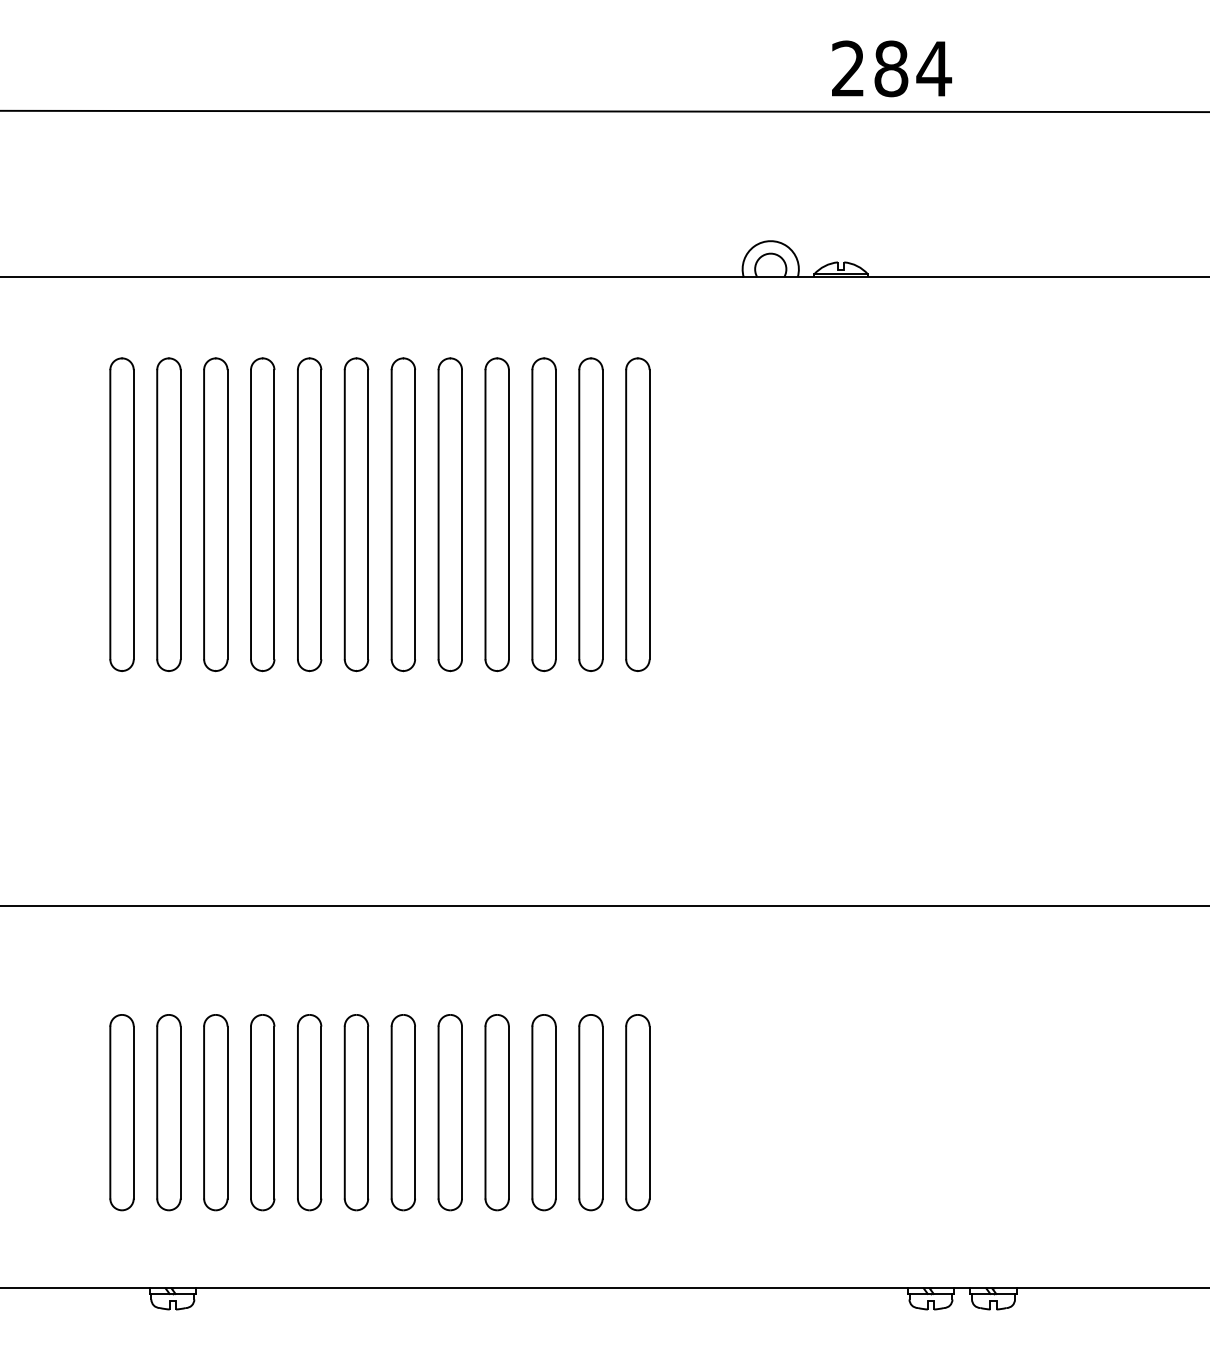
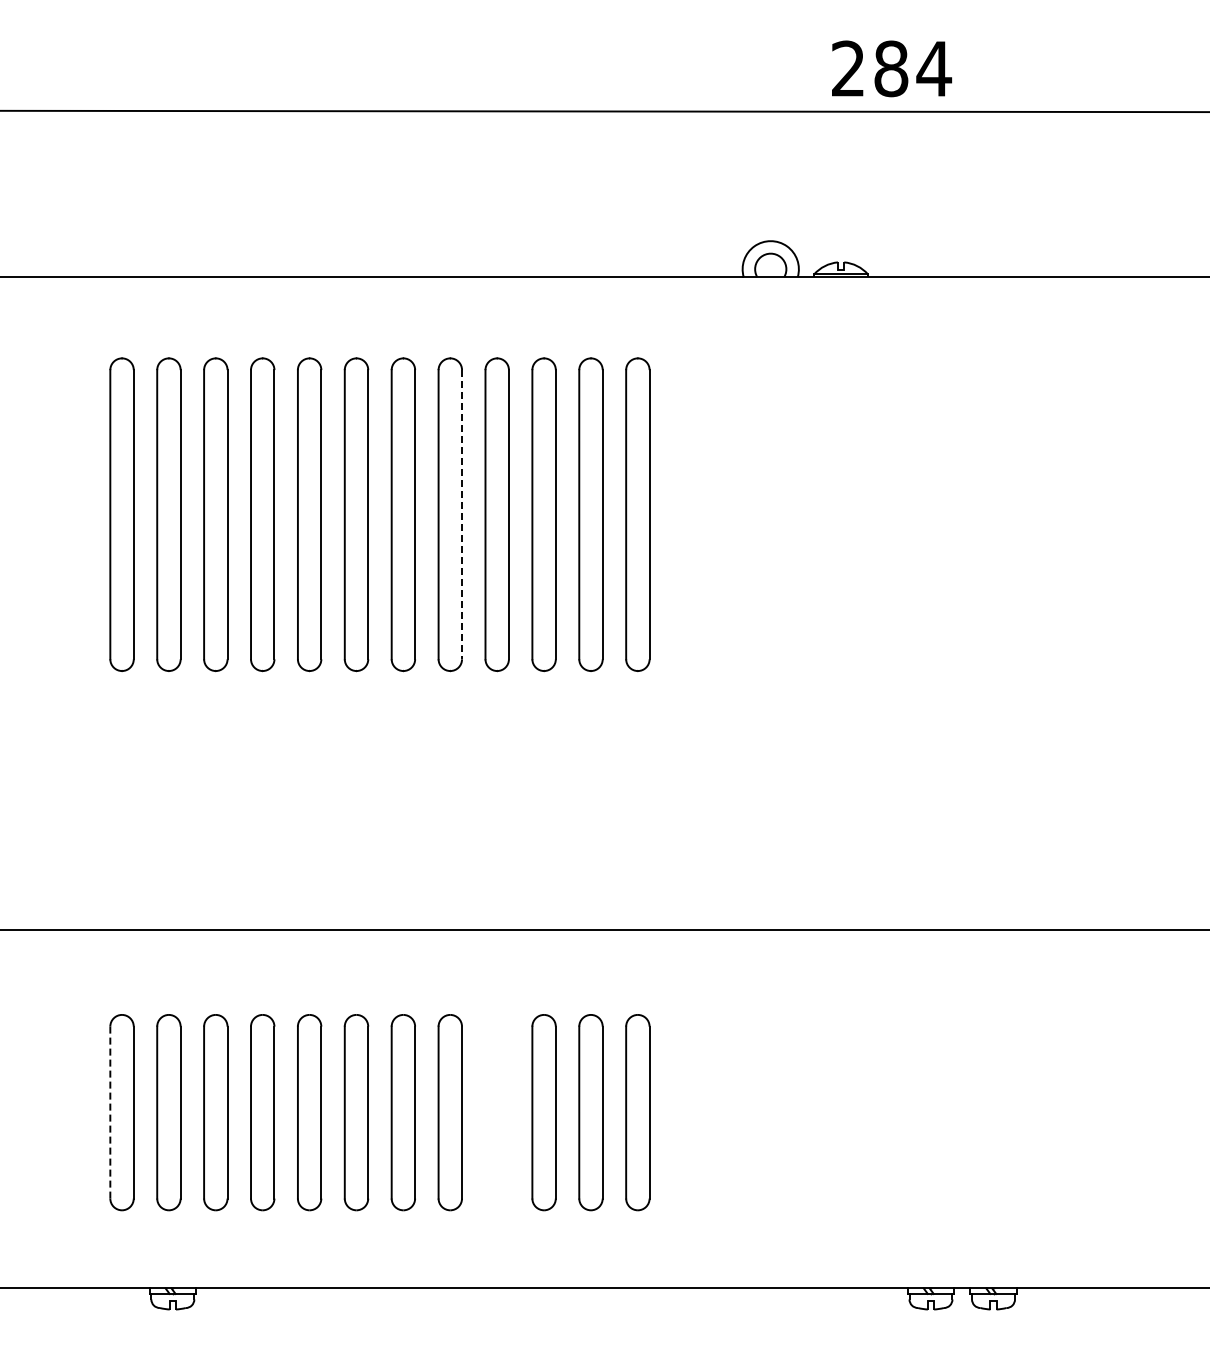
line at (462, 514): solid -> dashed
line at (604, 905) position: (604, 905) -> (604, 929)
line at (110, 1112): solid -> dashed
part at (496, 1112): present -> none
